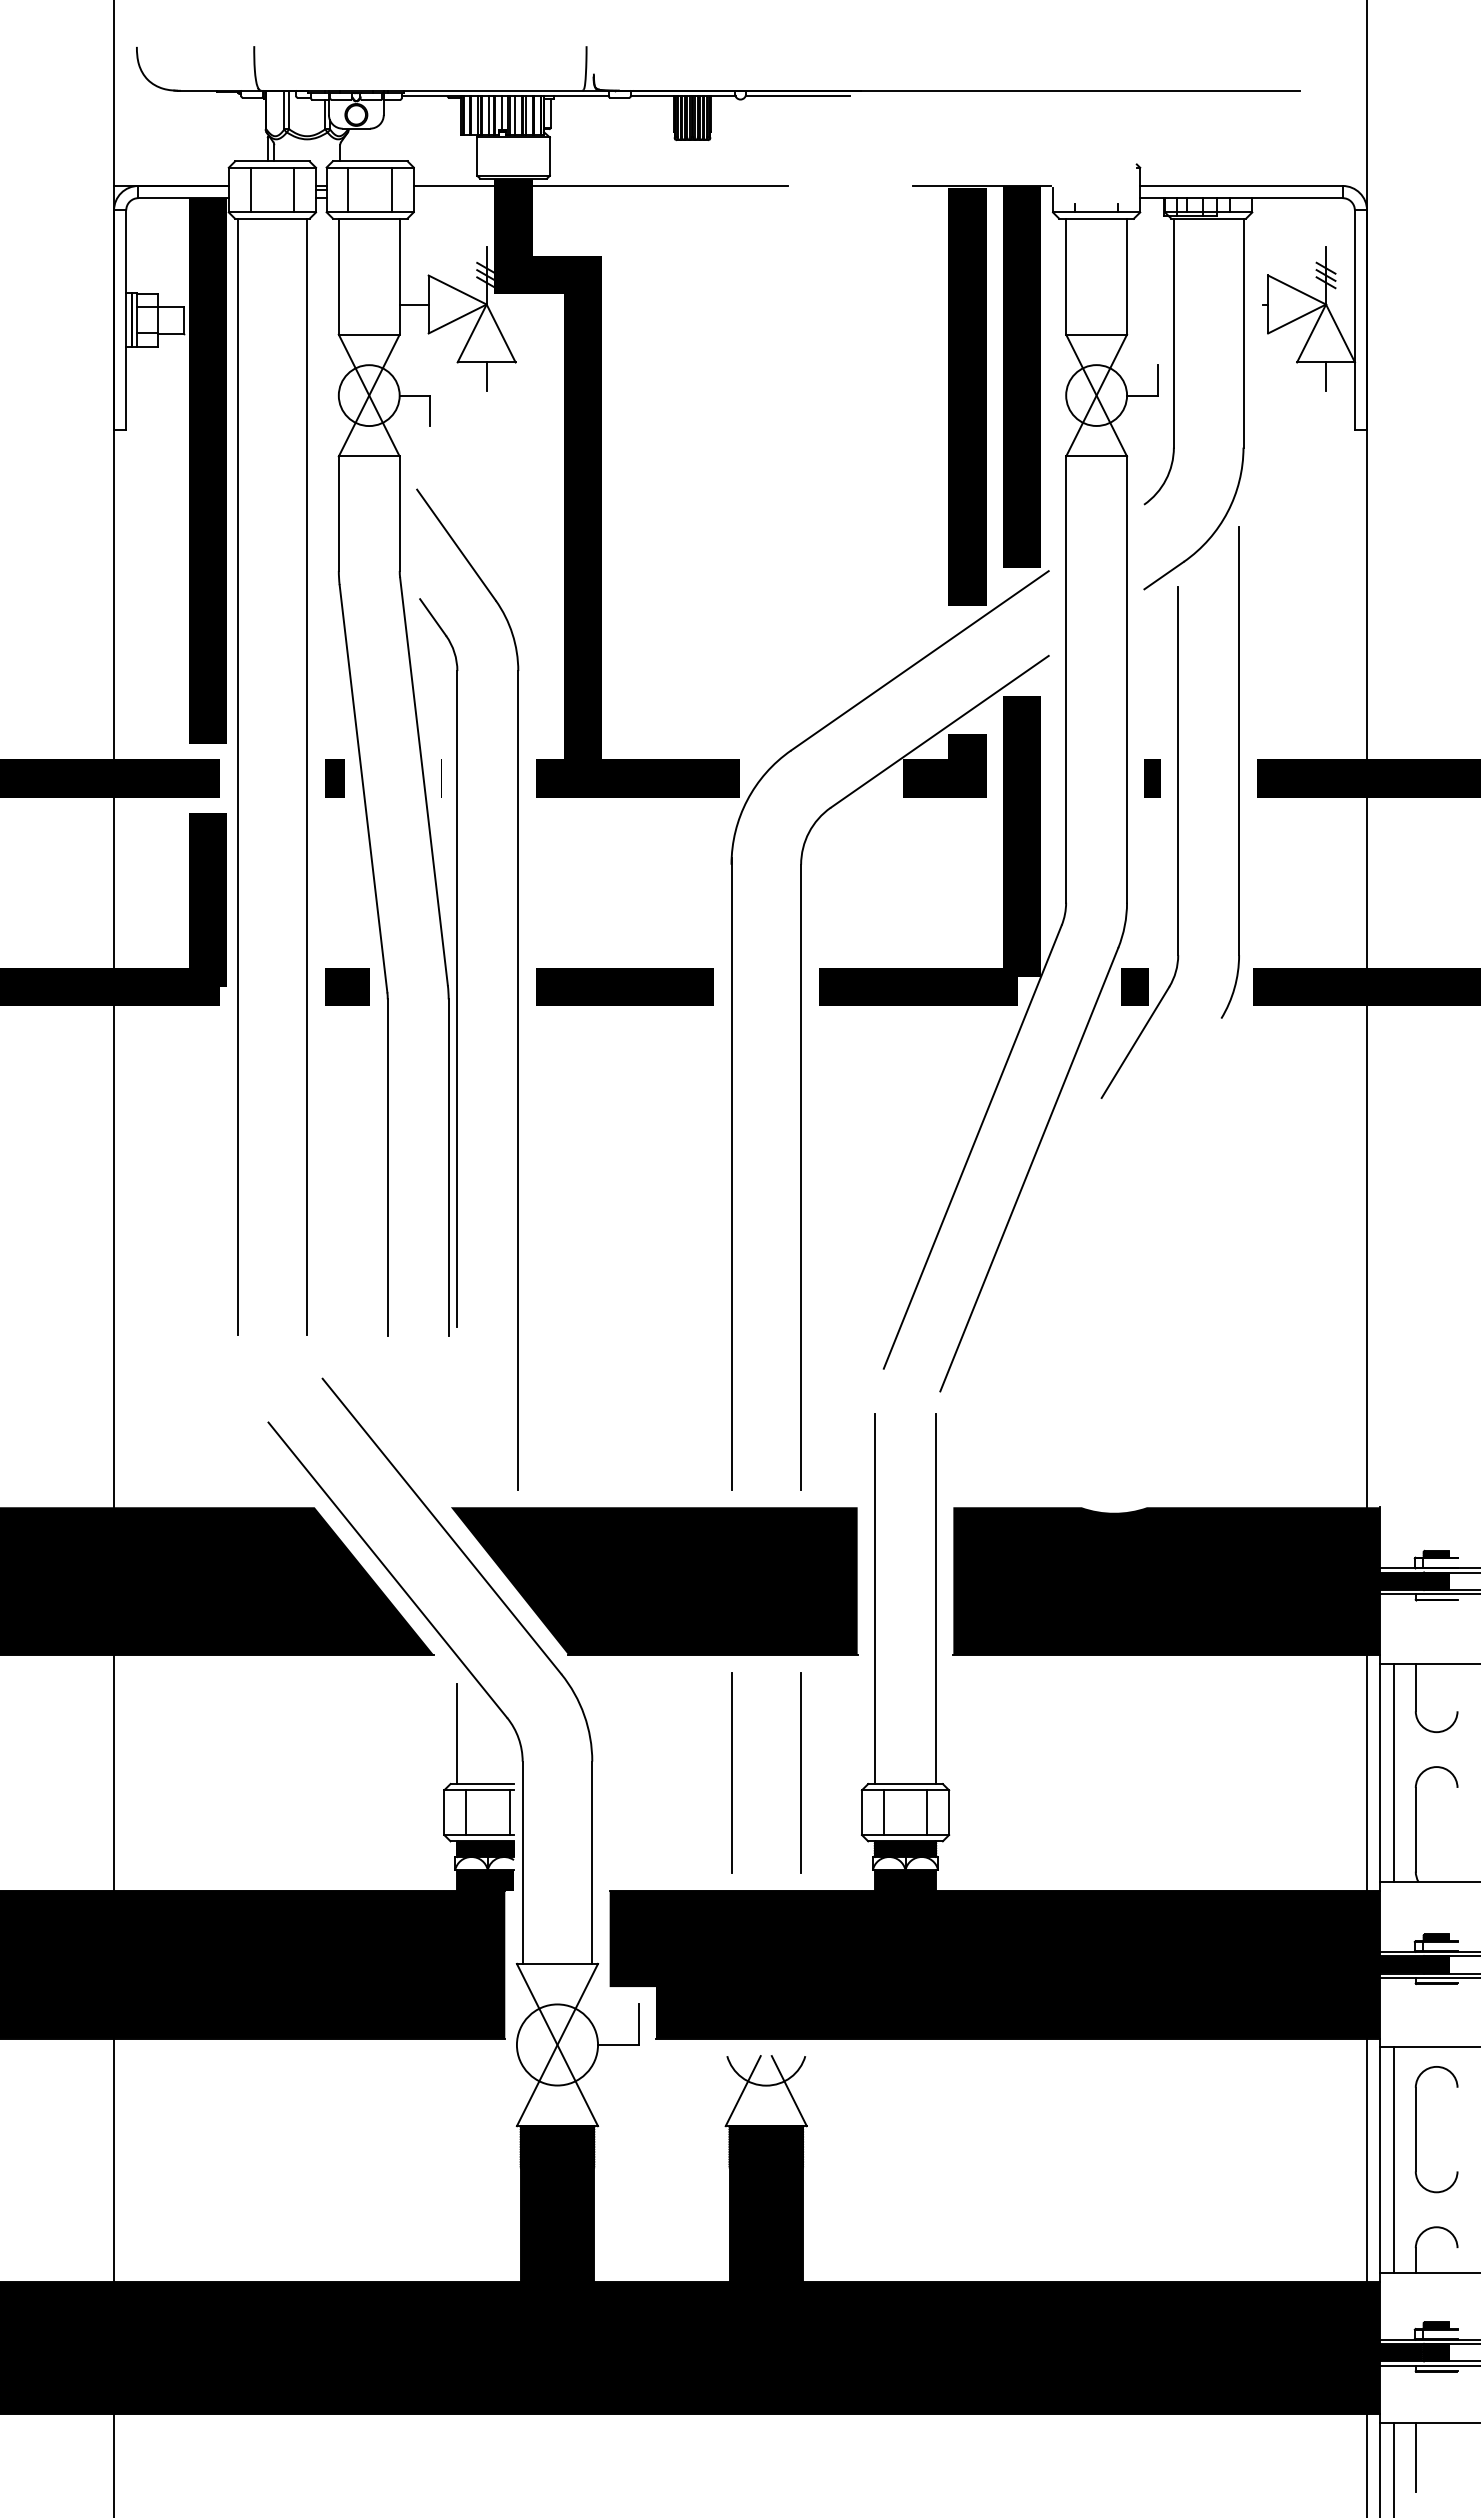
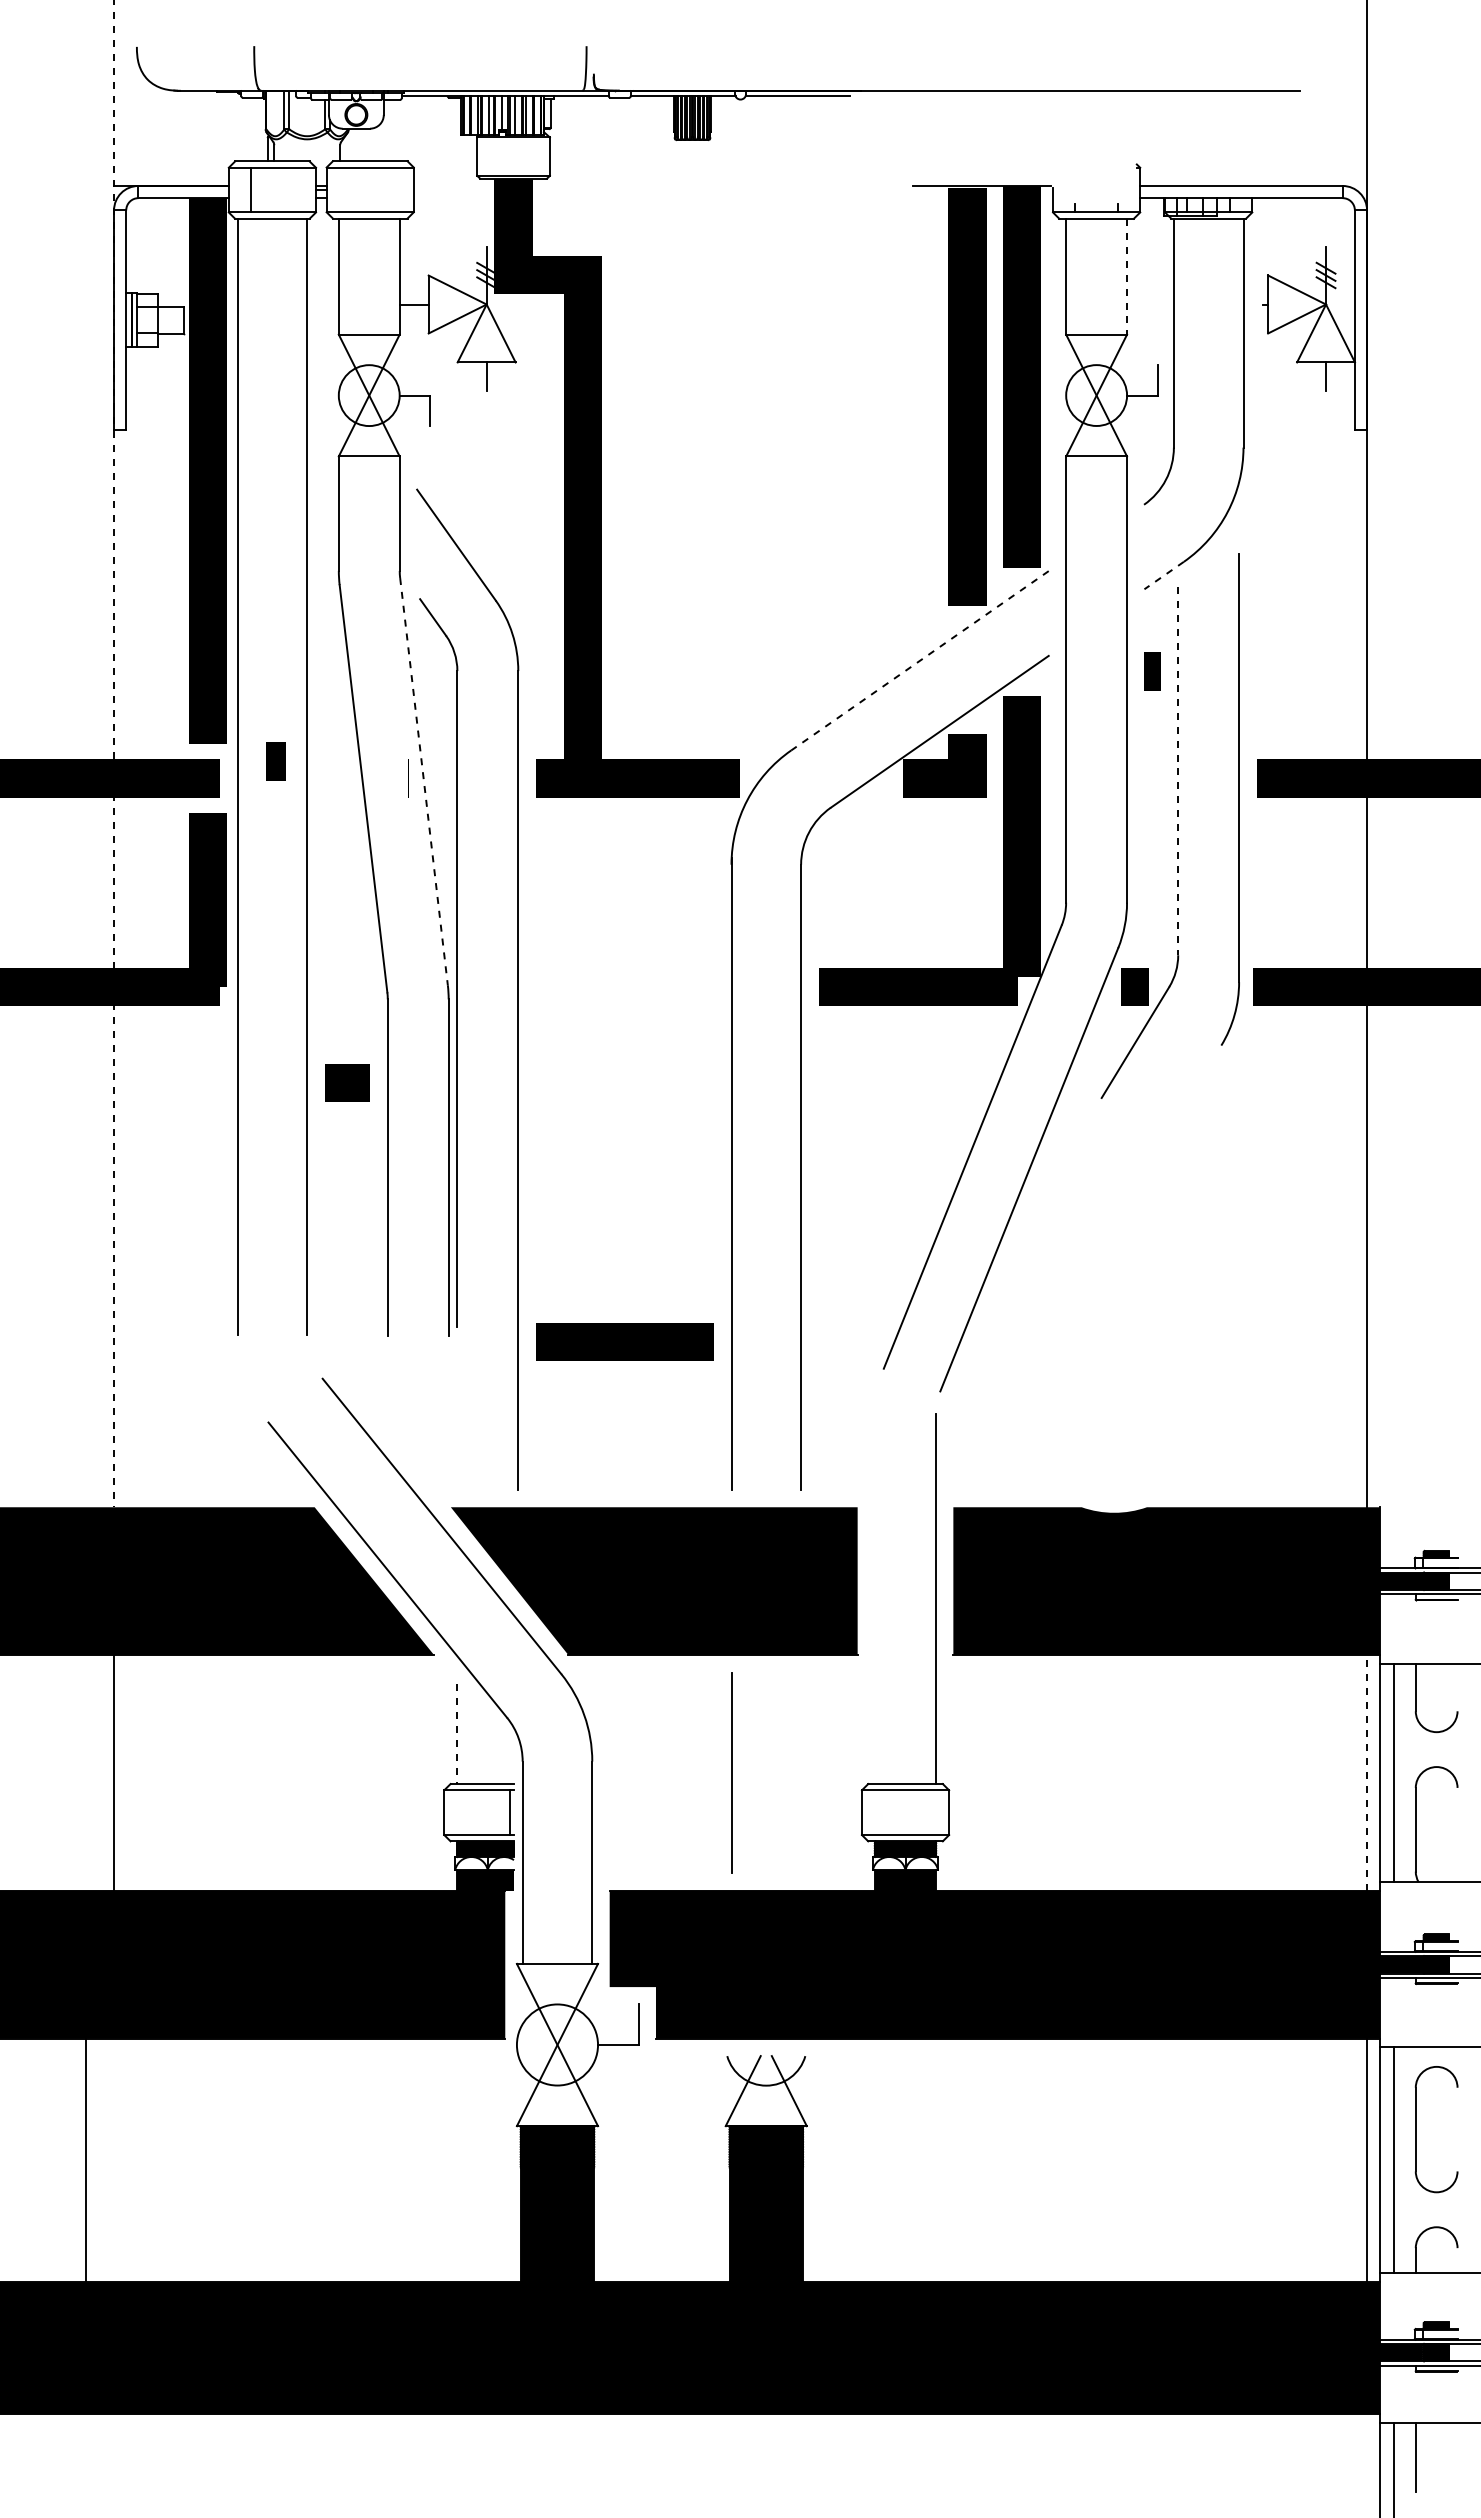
line at (600, 185): present -> none
line at (294, 189): present -> none
line at (348, 189): present -> none
line at (392, 189): present -> none
line at (1127, 276): solid -> dashed
line at (1163, 575): solid -> dashed
line at (919, 660): solid -> dashed
line at (114, 754): solid -> dashed
line at (1178, 771): solid -> dashed
part at (1238, 772) position: (1238, 772) -> (1238, 799)
line at (334, 778) position: (334, 778) -> (275, 761)
line at (441, 778) position: (441, 778) -> (408, 778)
line at (1152, 778) position: (1152, 778) -> (1152, 671)
line at (424, 782): solid -> dashed
line at (347, 986) position: (347, 986) -> (347, 1082)
line at (624, 986) position: (624, 986) -> (624, 1341)
line at (875, 1599): present -> none
line at (457, 1734): solid -> dashed
line at (801, 1772): present -> none
line at (1367, 1772): solid -> dashed
line at (466, 1812): present -> none
line at (883, 1812): present -> none
line at (927, 1812): present -> none
line at (114, 2160) position: (114, 2160) -> (86, 2160)
line at (114, 2464): present -> none
line at (1367, 2464): present -> none
